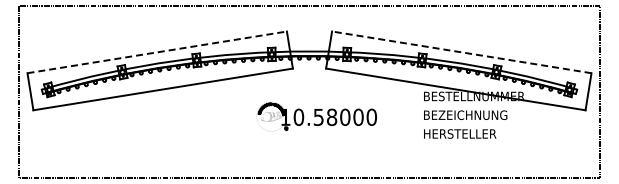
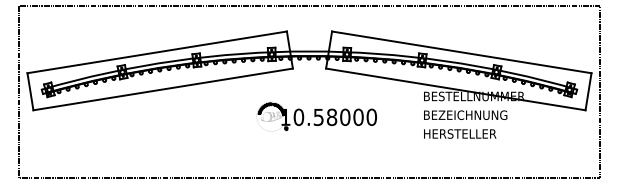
line at (157, 52): dashed -> solid
line at (461, 52): dashed -> solid
